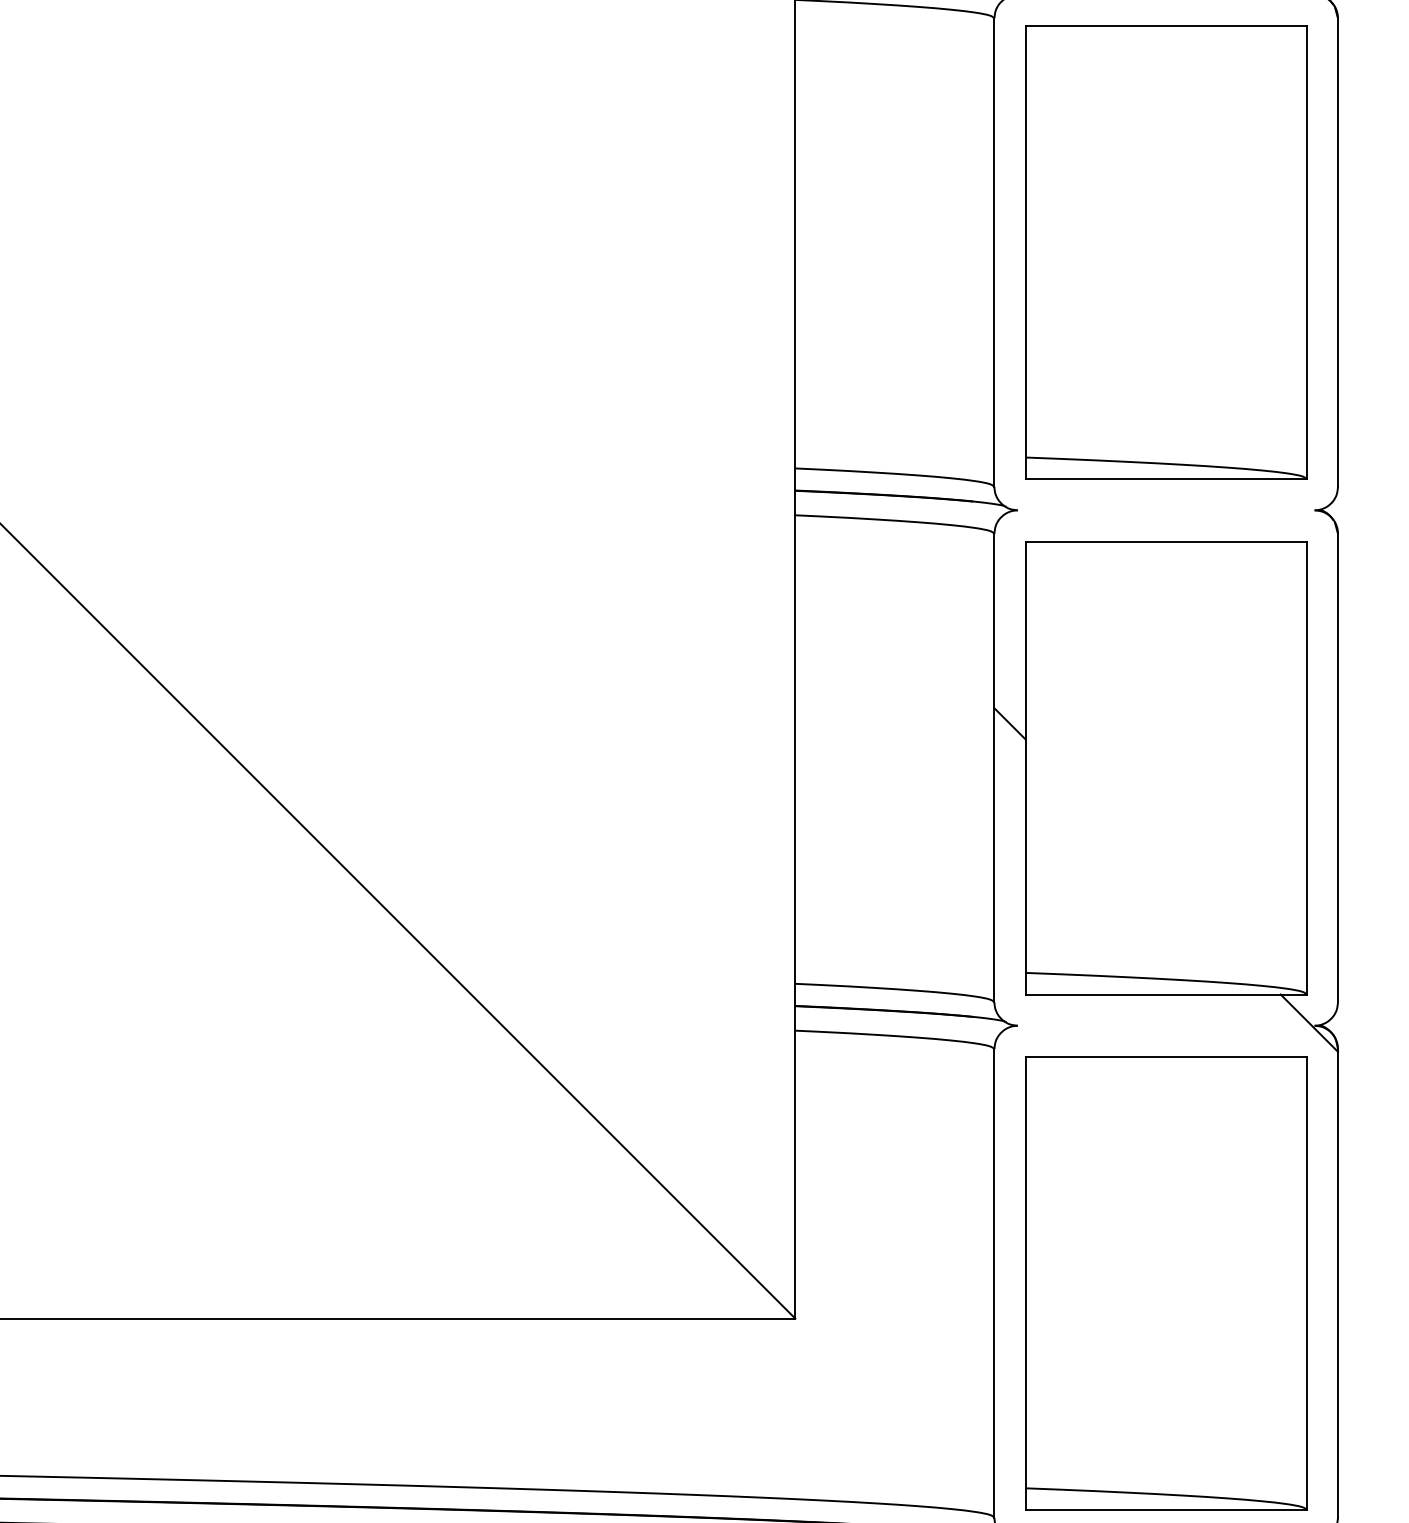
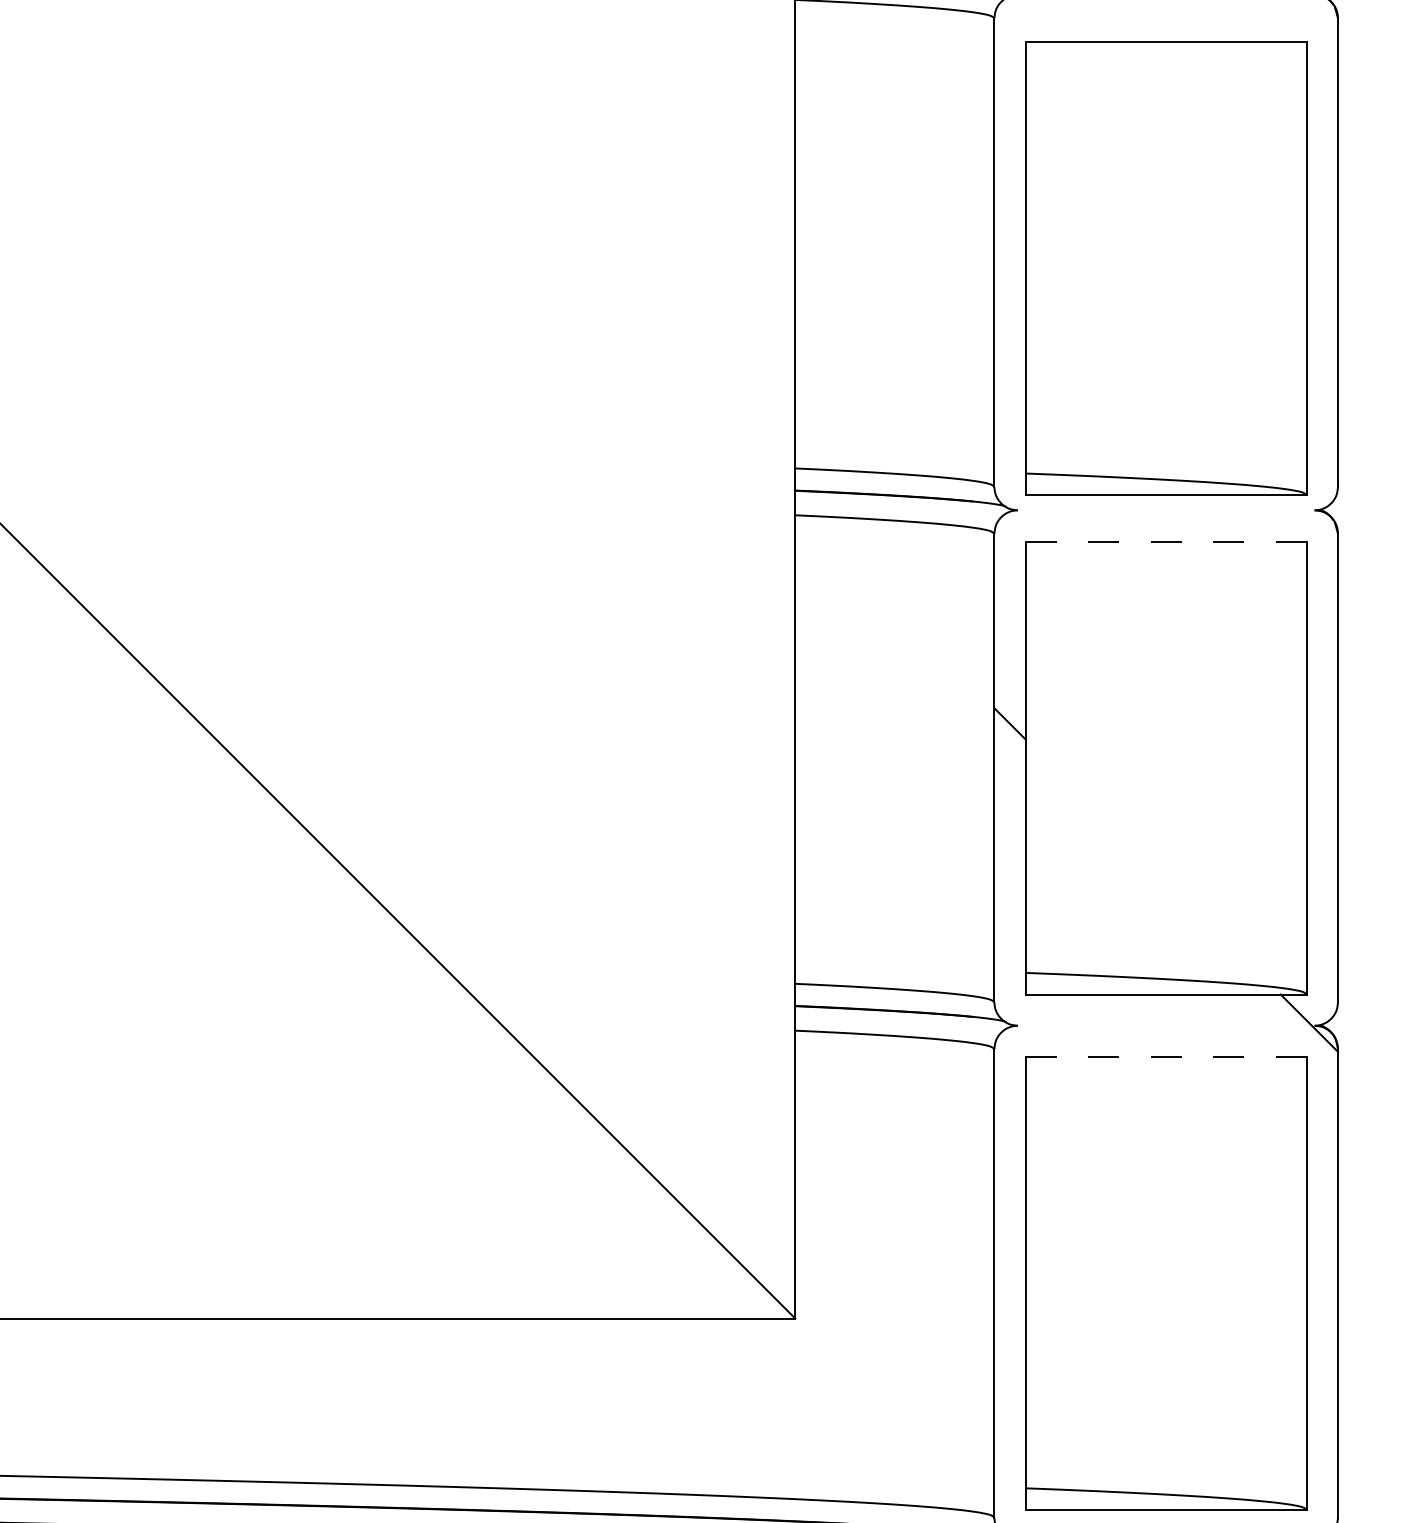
part at (1166, 252) position: (1166, 252) -> (1166, 268)
line at (1166, 541): solid -> dashed
line at (1166, 1056): solid -> dashed
